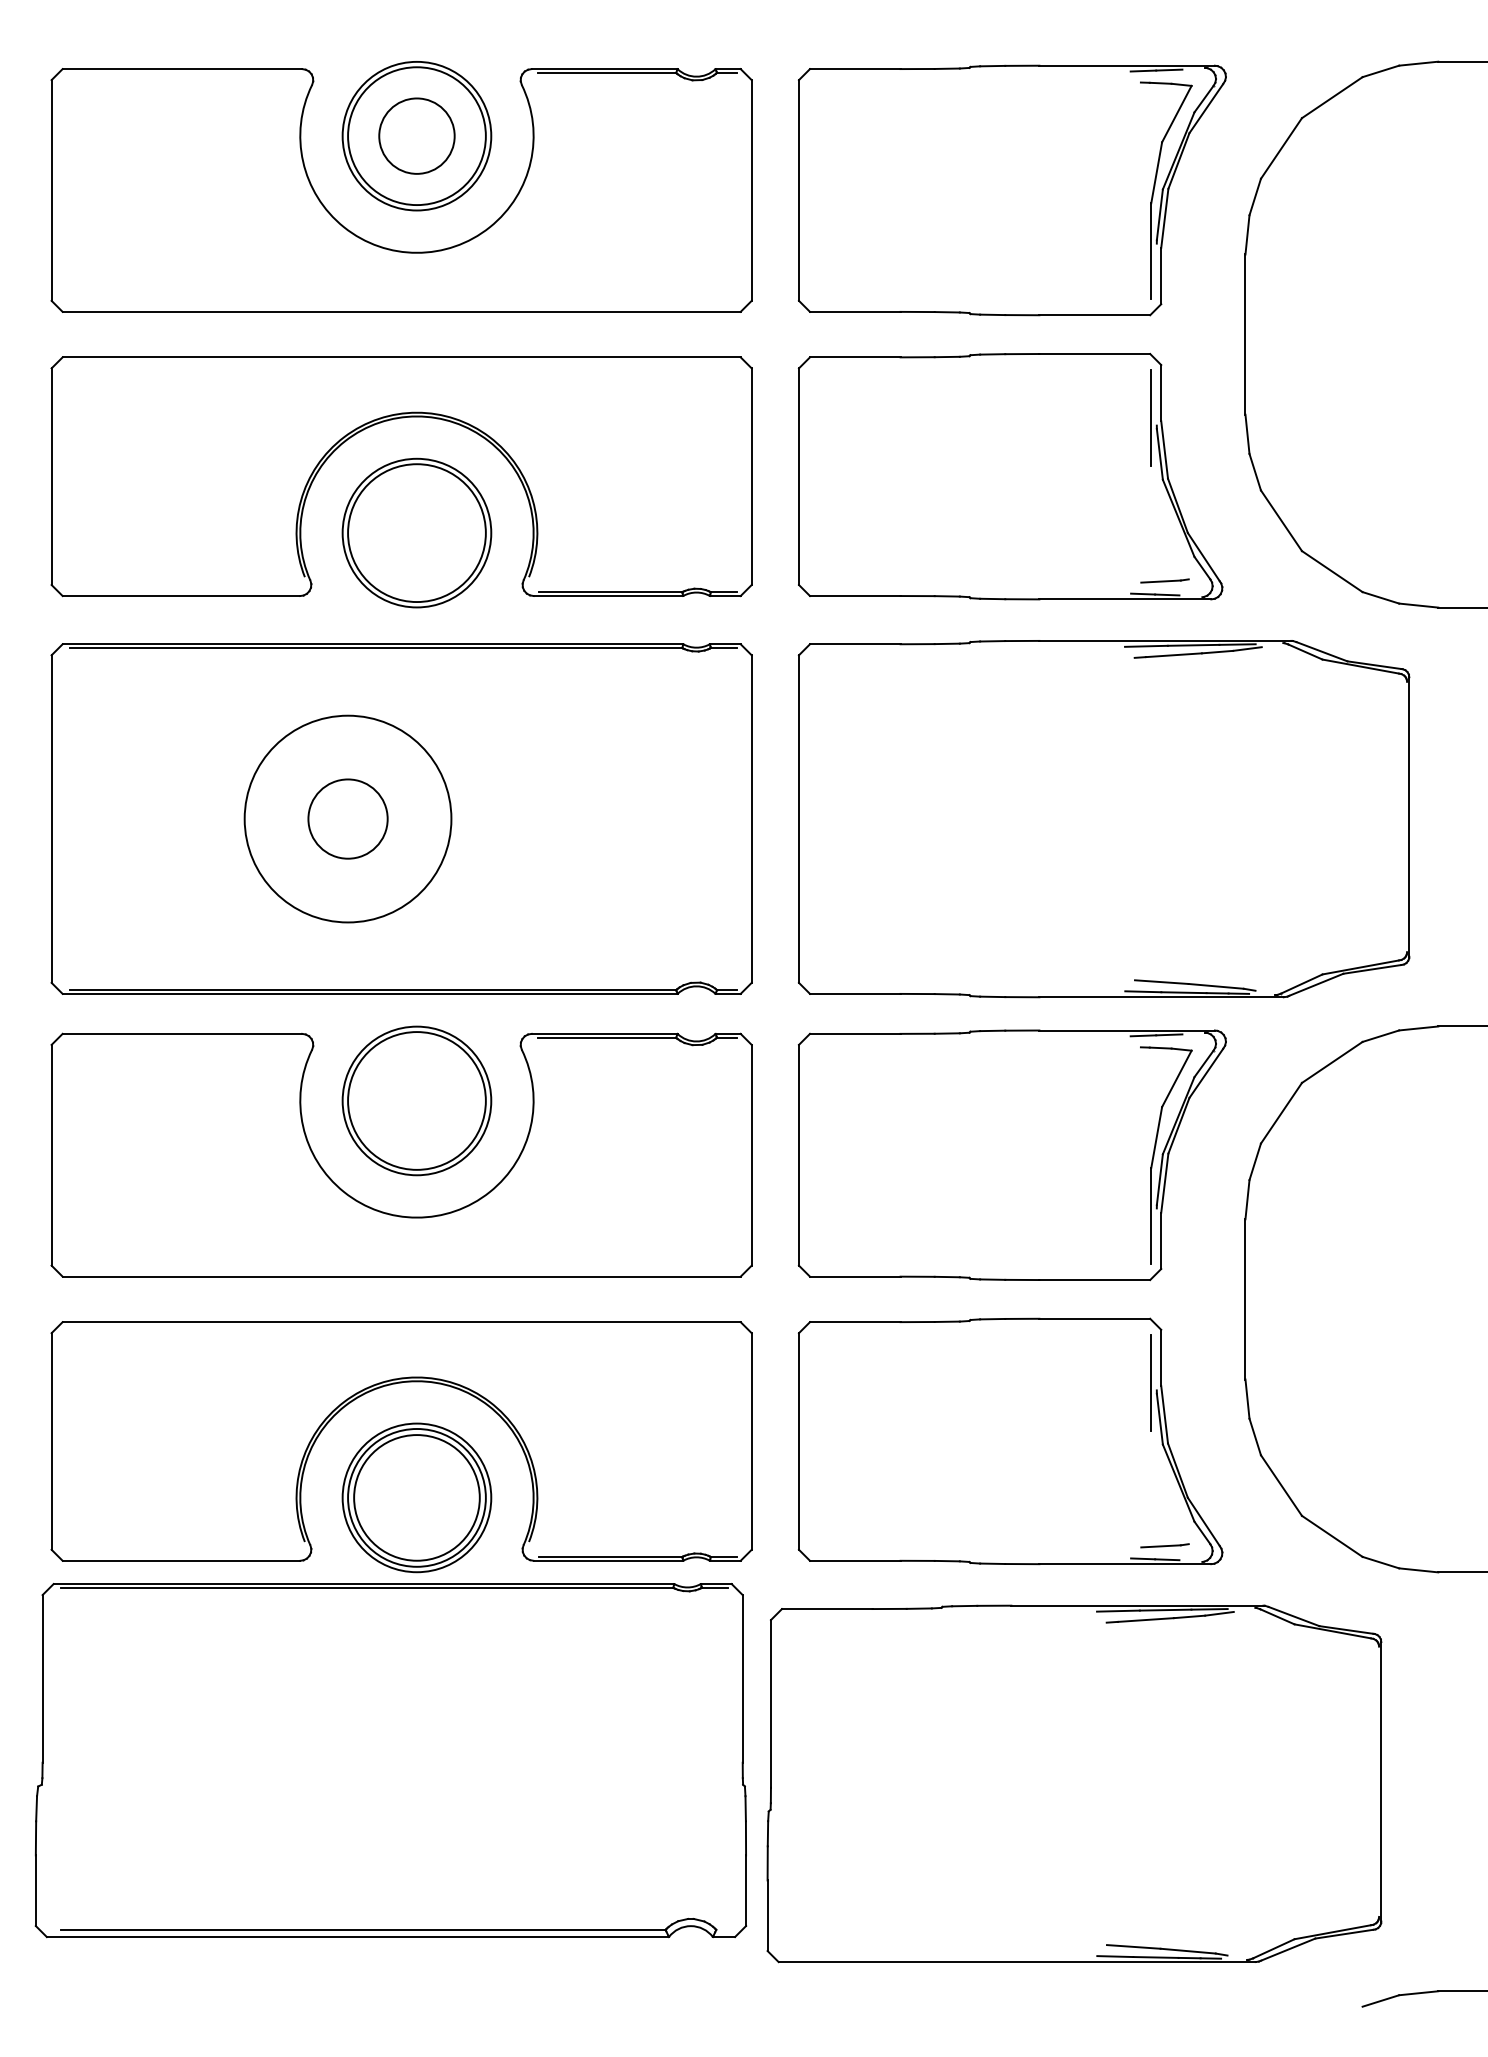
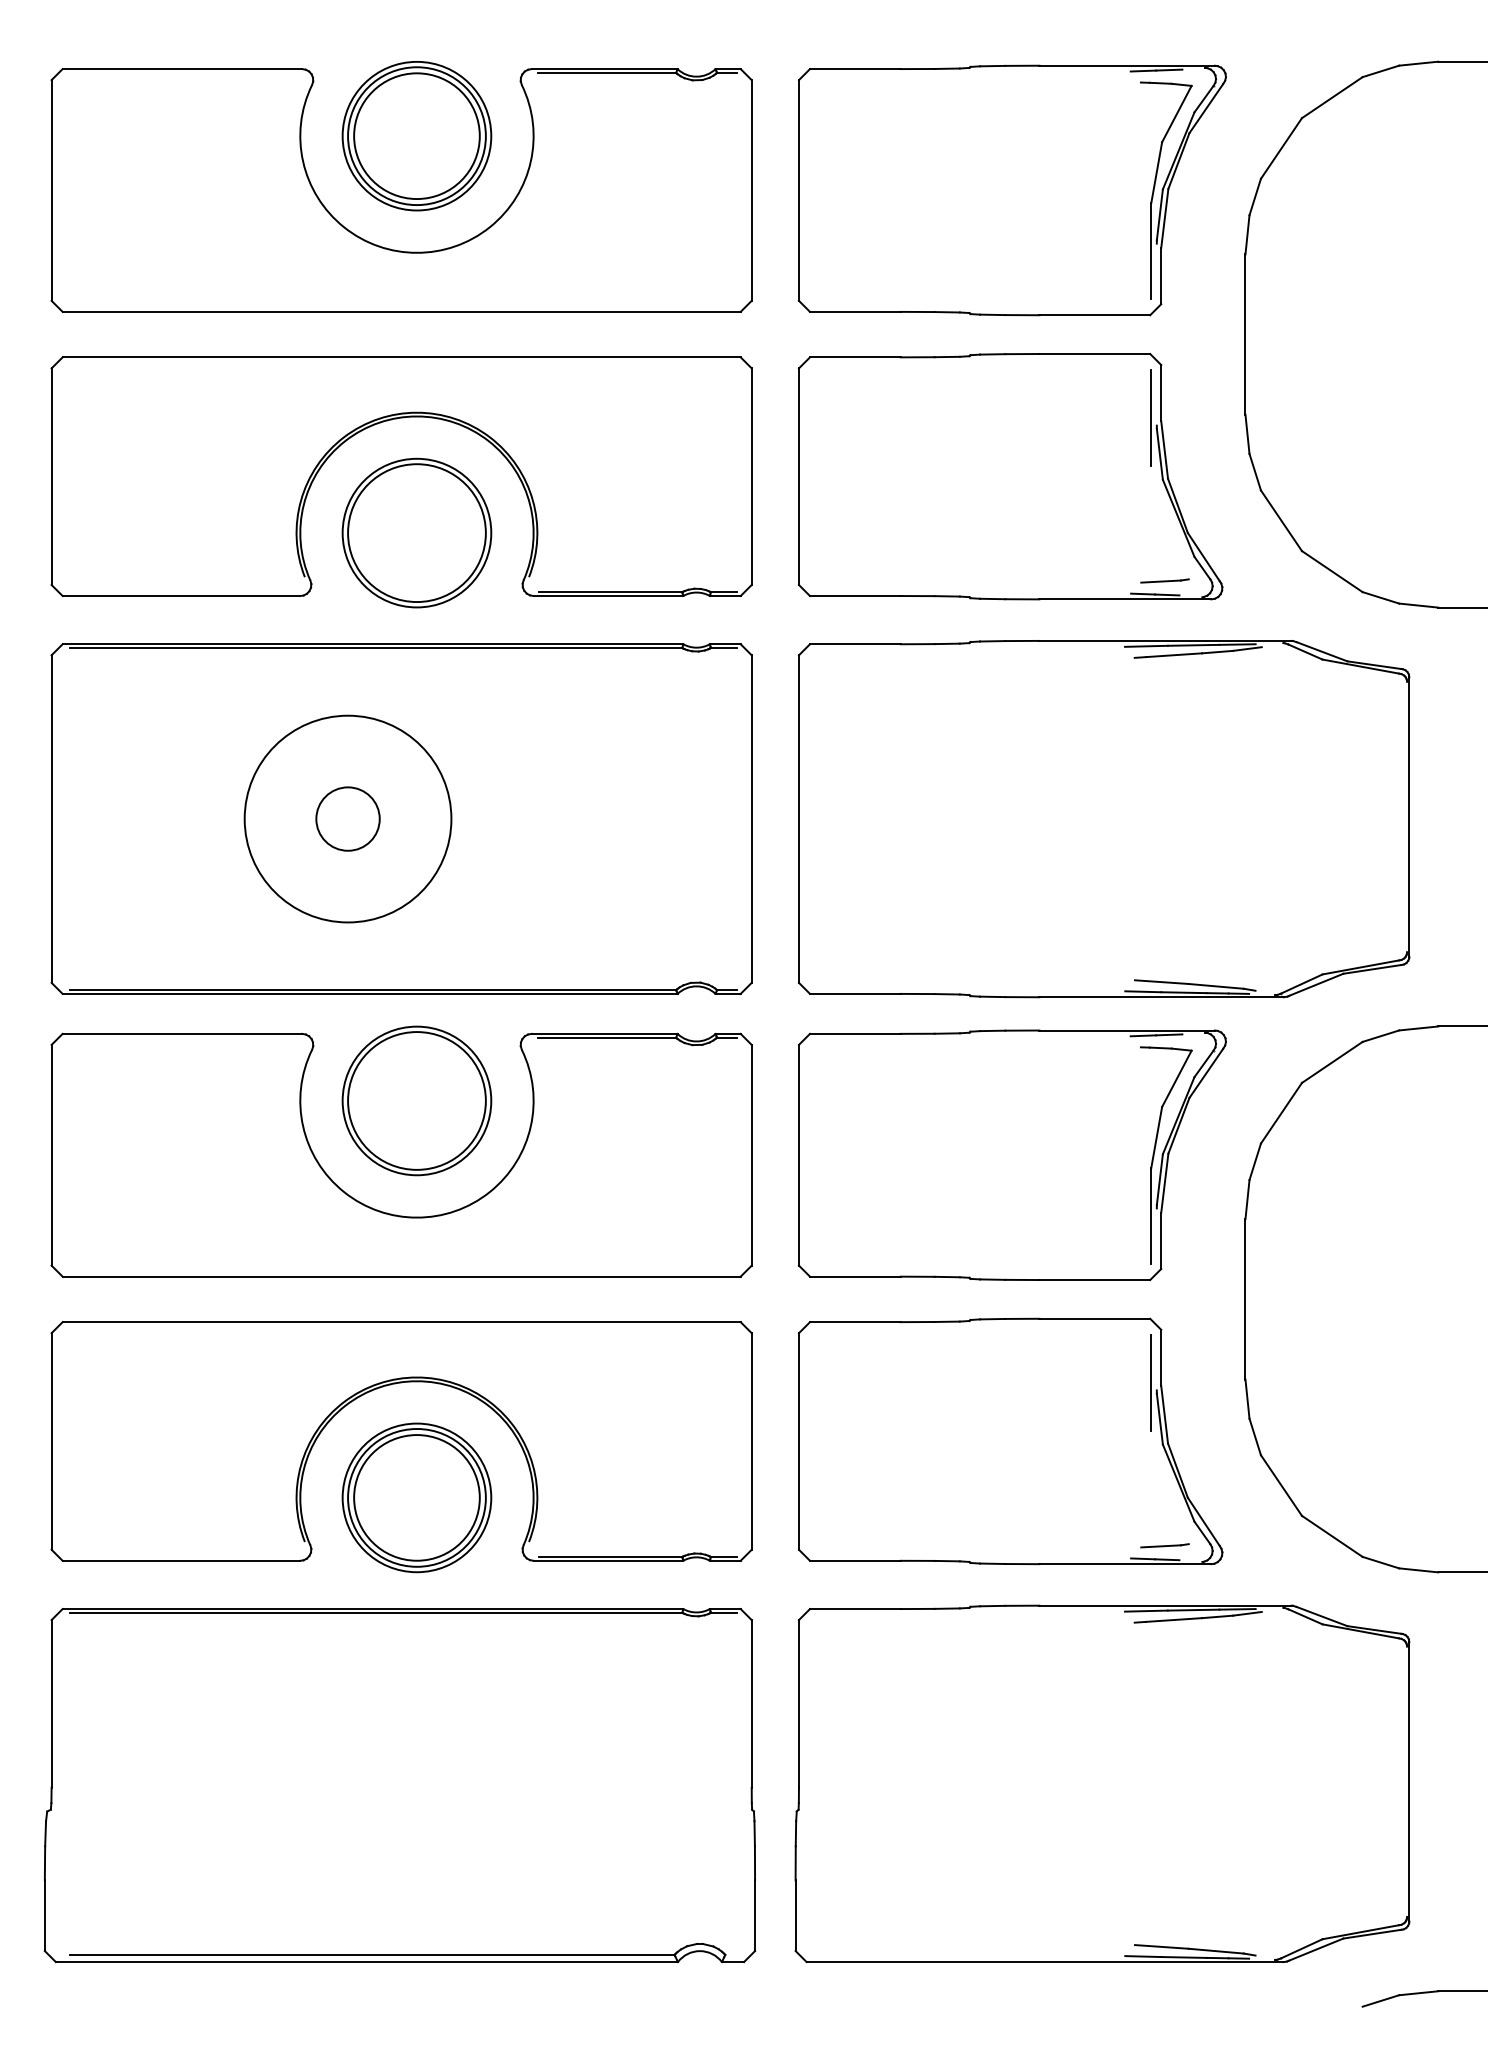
circle at (416, 135) diameter: 75 px -> 126 px
circle at (347, 818) diameter: 79 px -> 63 px
part at (390, 1760) position: (390, 1760) -> (399, 1785)
part at (1074, 1783) position: (1074, 1783) -> (1102, 1783)
